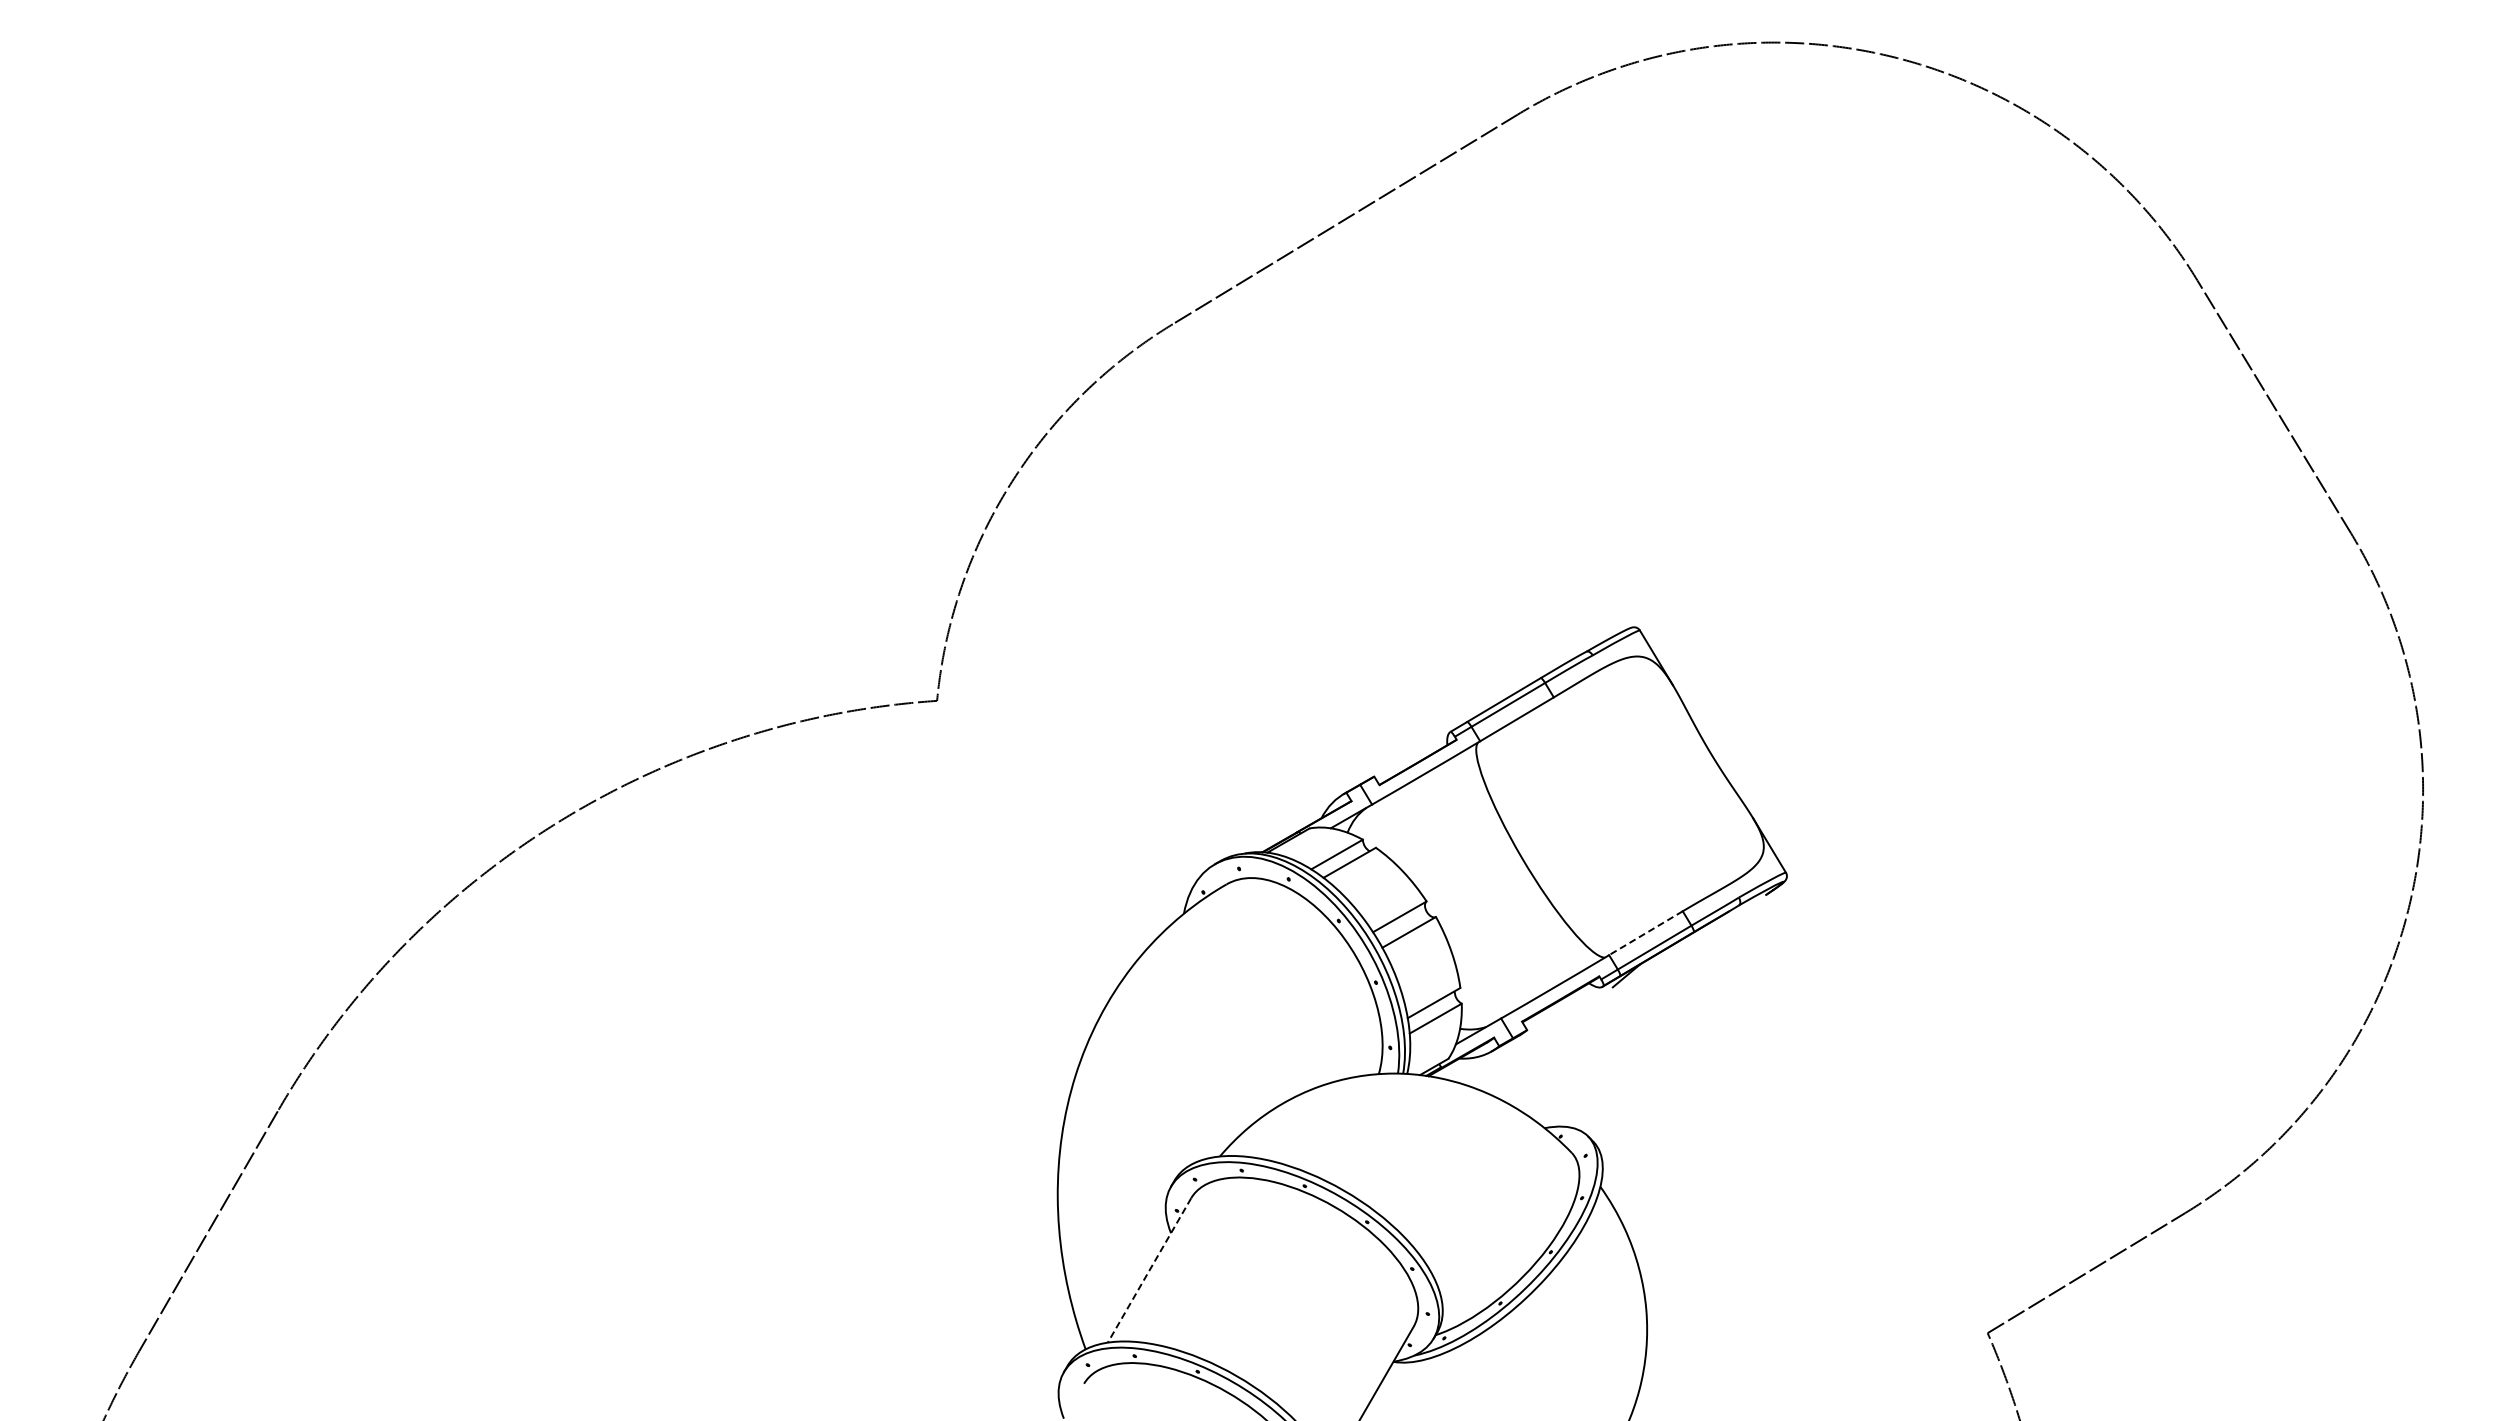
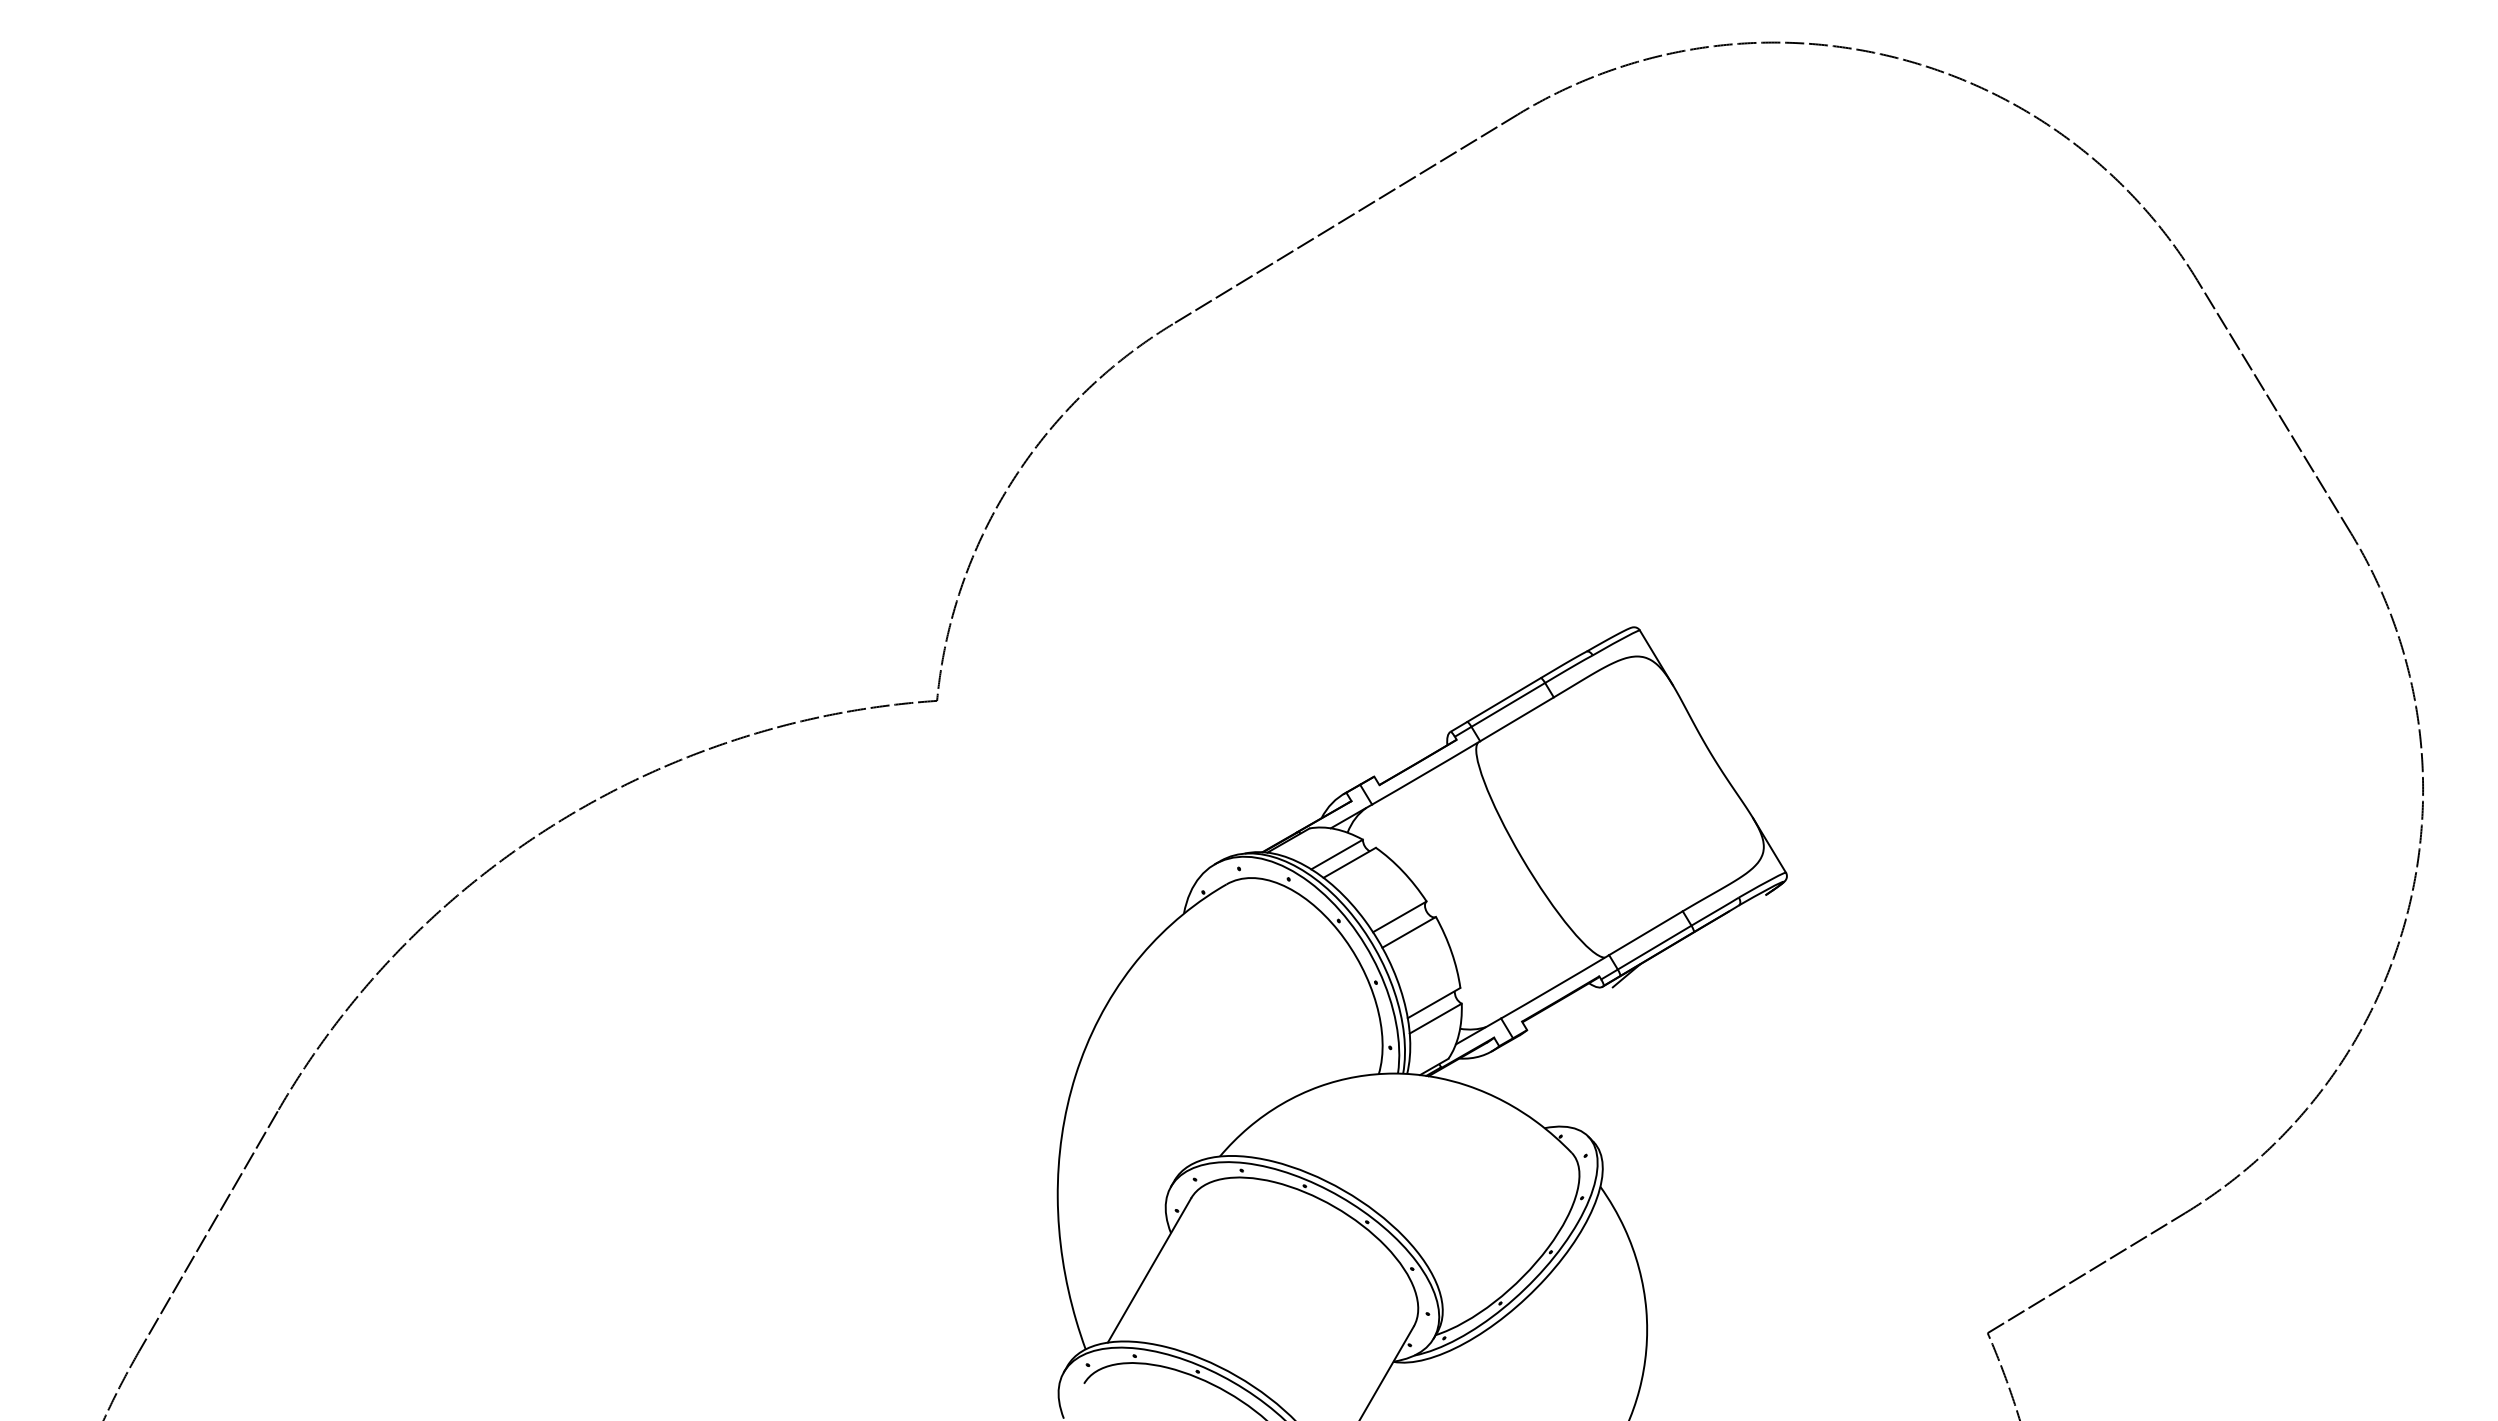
line at (1645, 933): dashed -> solid
line at (1149, 1270): dashed -> solid
